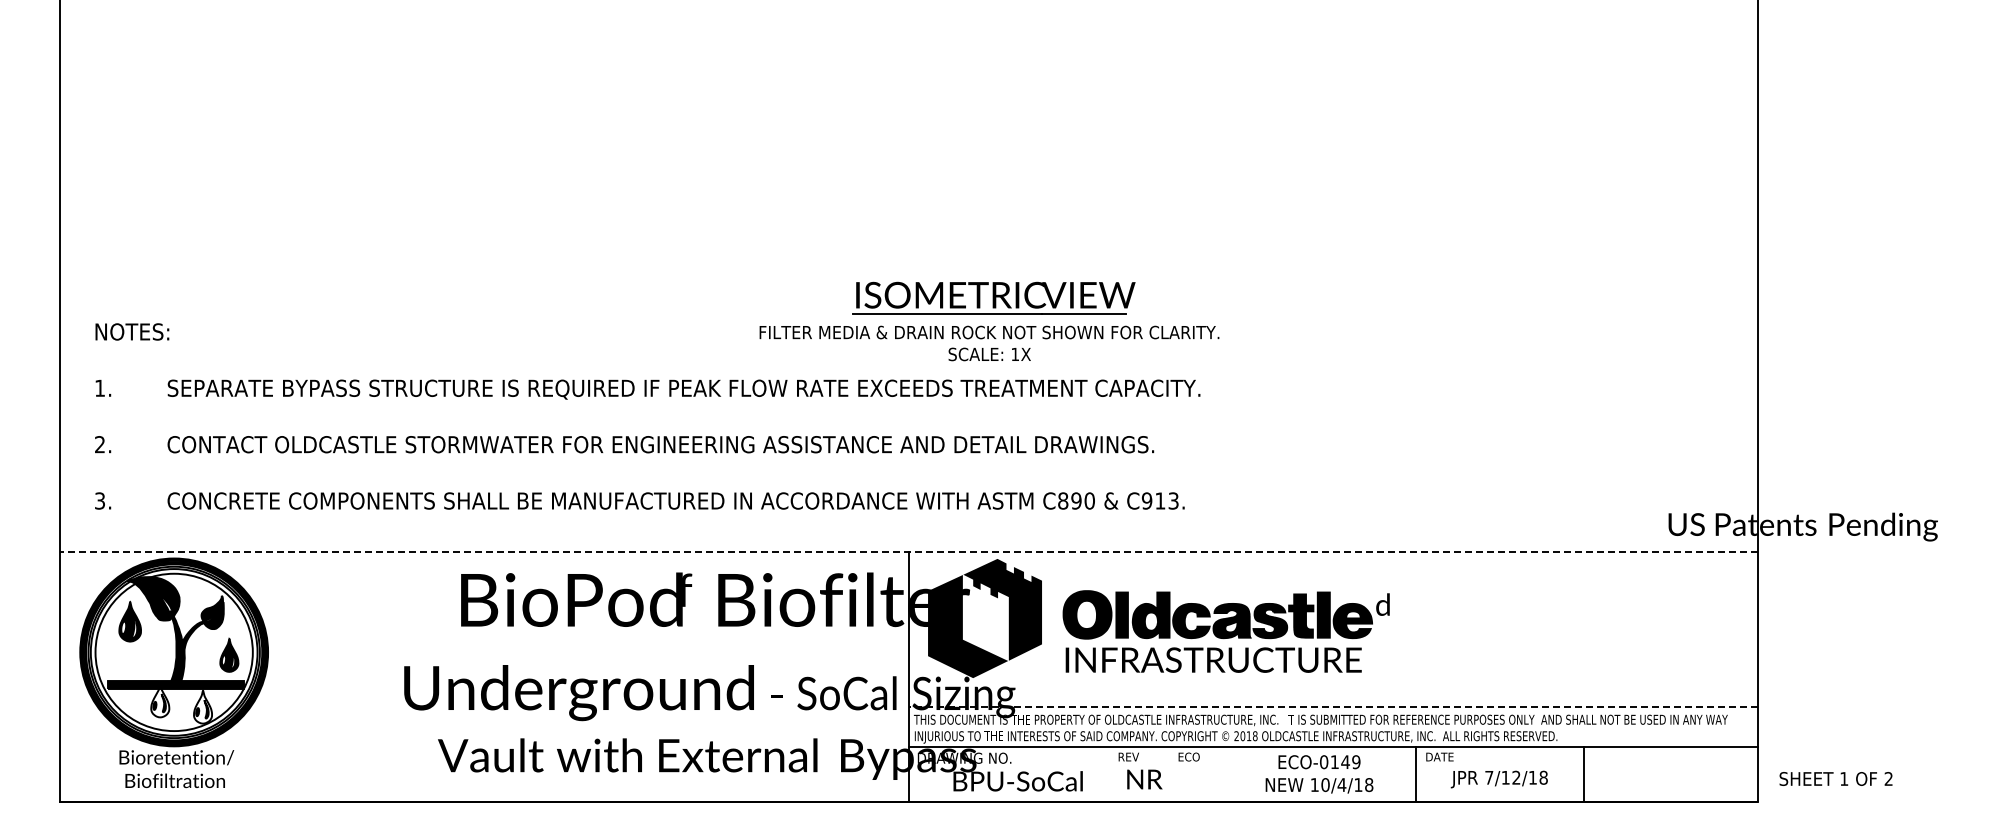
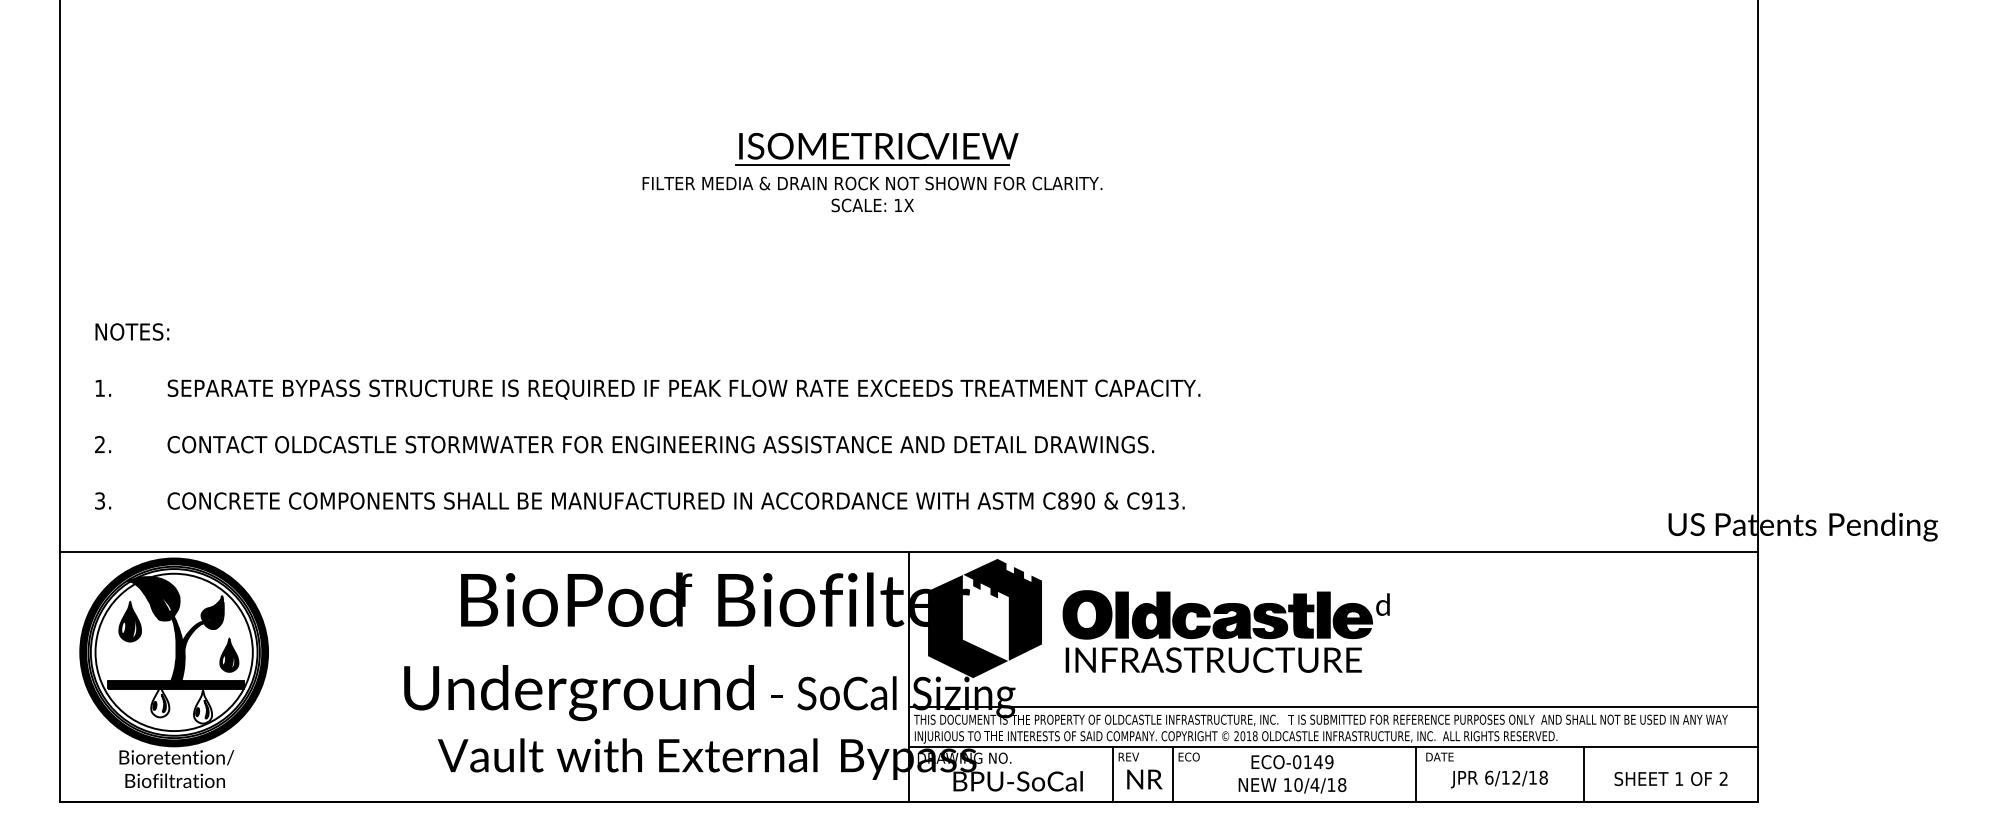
part at (989, 321) position: (989, 321) -> (872, 172)
line at (908, 551): dashed -> solid
line at (1333, 707): dashed -> solid
line at (1112, 774): none -> present
line at (1172, 774): none -> present
text at (1319, 774) position: (1319, 774) -> (1292, 774)
text at (1489, 777): 7/12/18 -> 6/12/18
text at (1835, 778) position: (1835, 778) -> (1670, 778)
